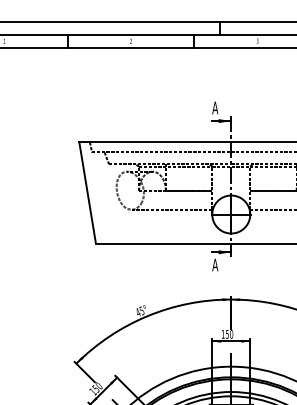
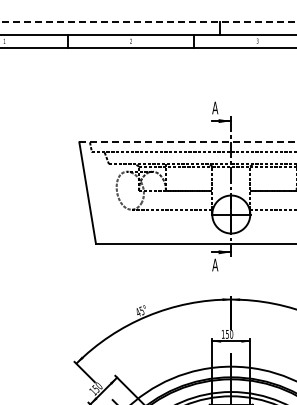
line at (149, 22): solid -> dashed
line at (187, 142): solid -> dashed
